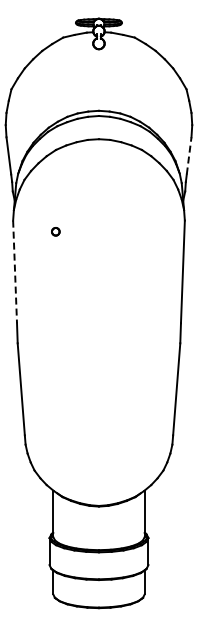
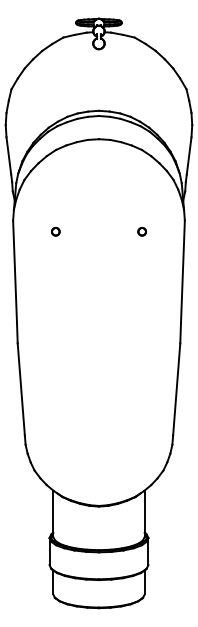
line at (189, 155): dashed -> solid
part at (141, 231): none -> present
line at (15, 272): dashed -> solid
